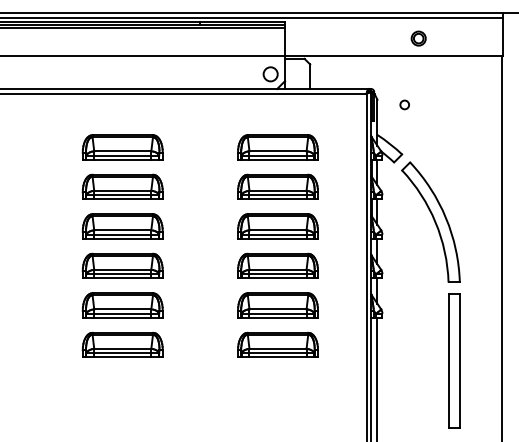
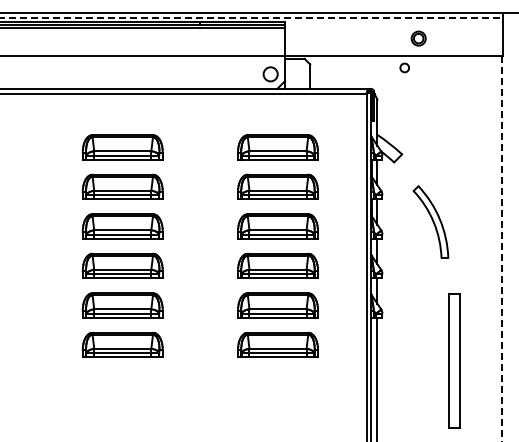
line at (252, 17): solid -> dashed
circle at (404, 104) position: (404, 104) -> (404, 67)
part at (430, 221) size: 60x122 px -> 38x74 px
line at (502, 248): solid -> dashed
